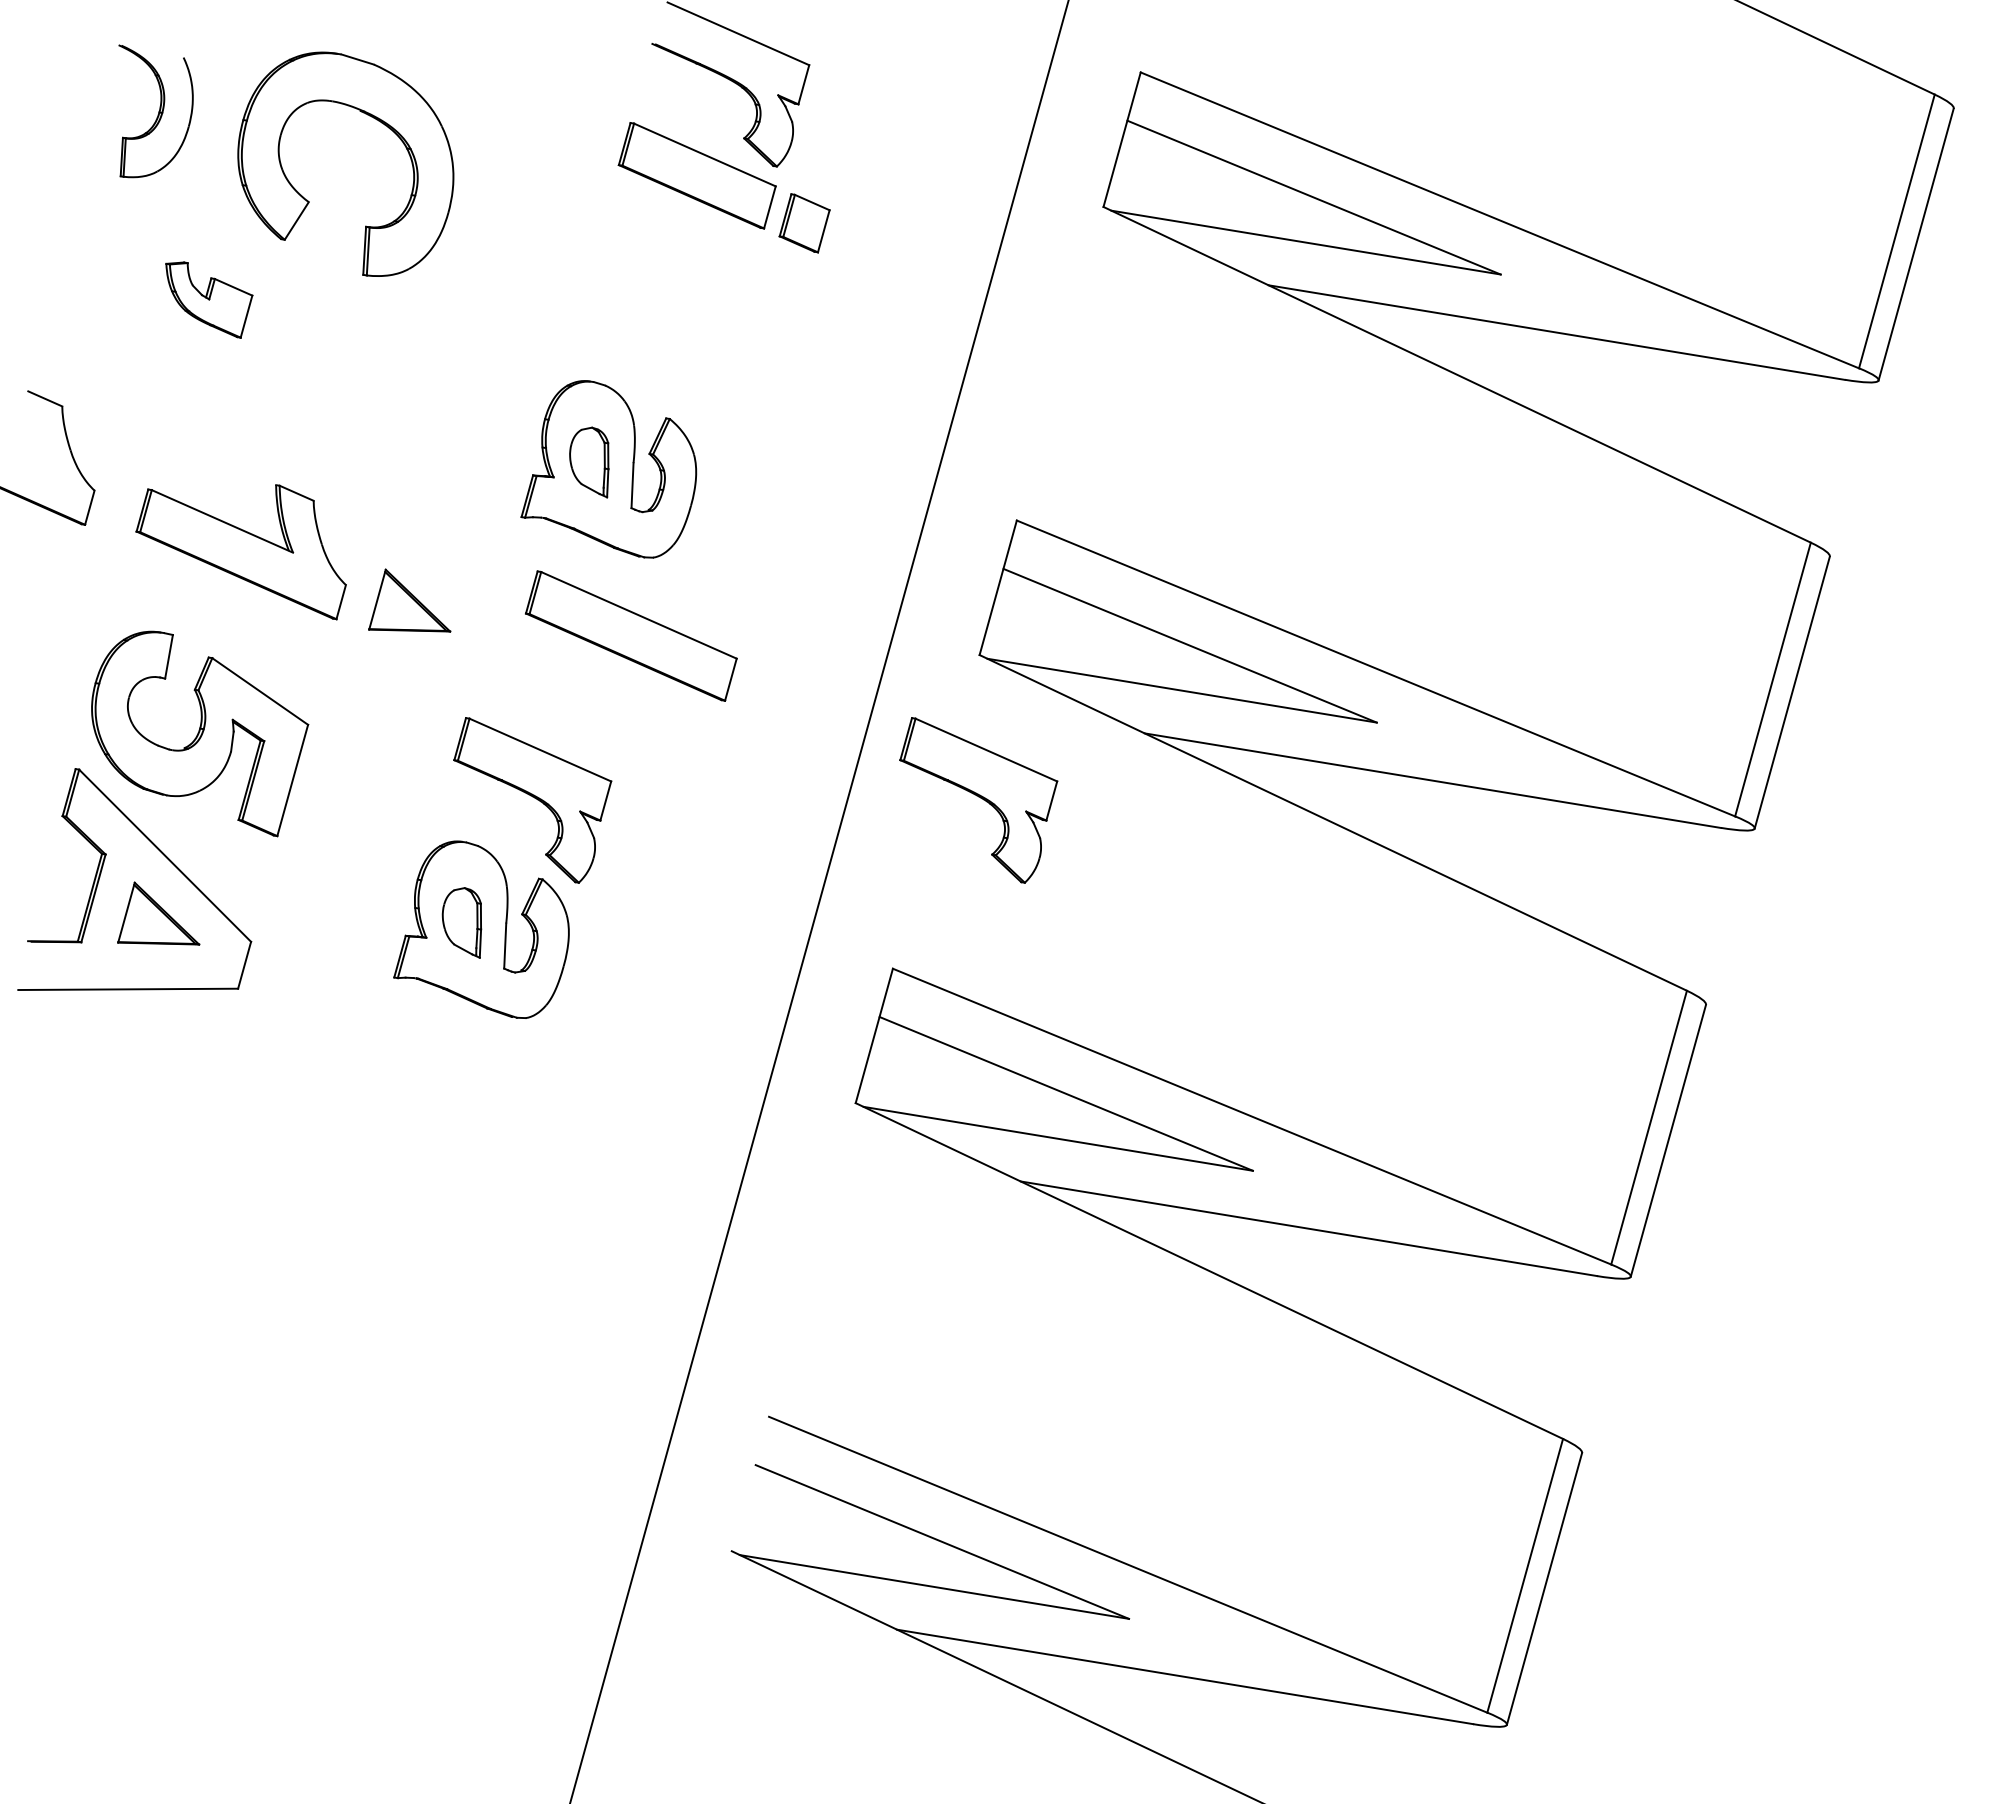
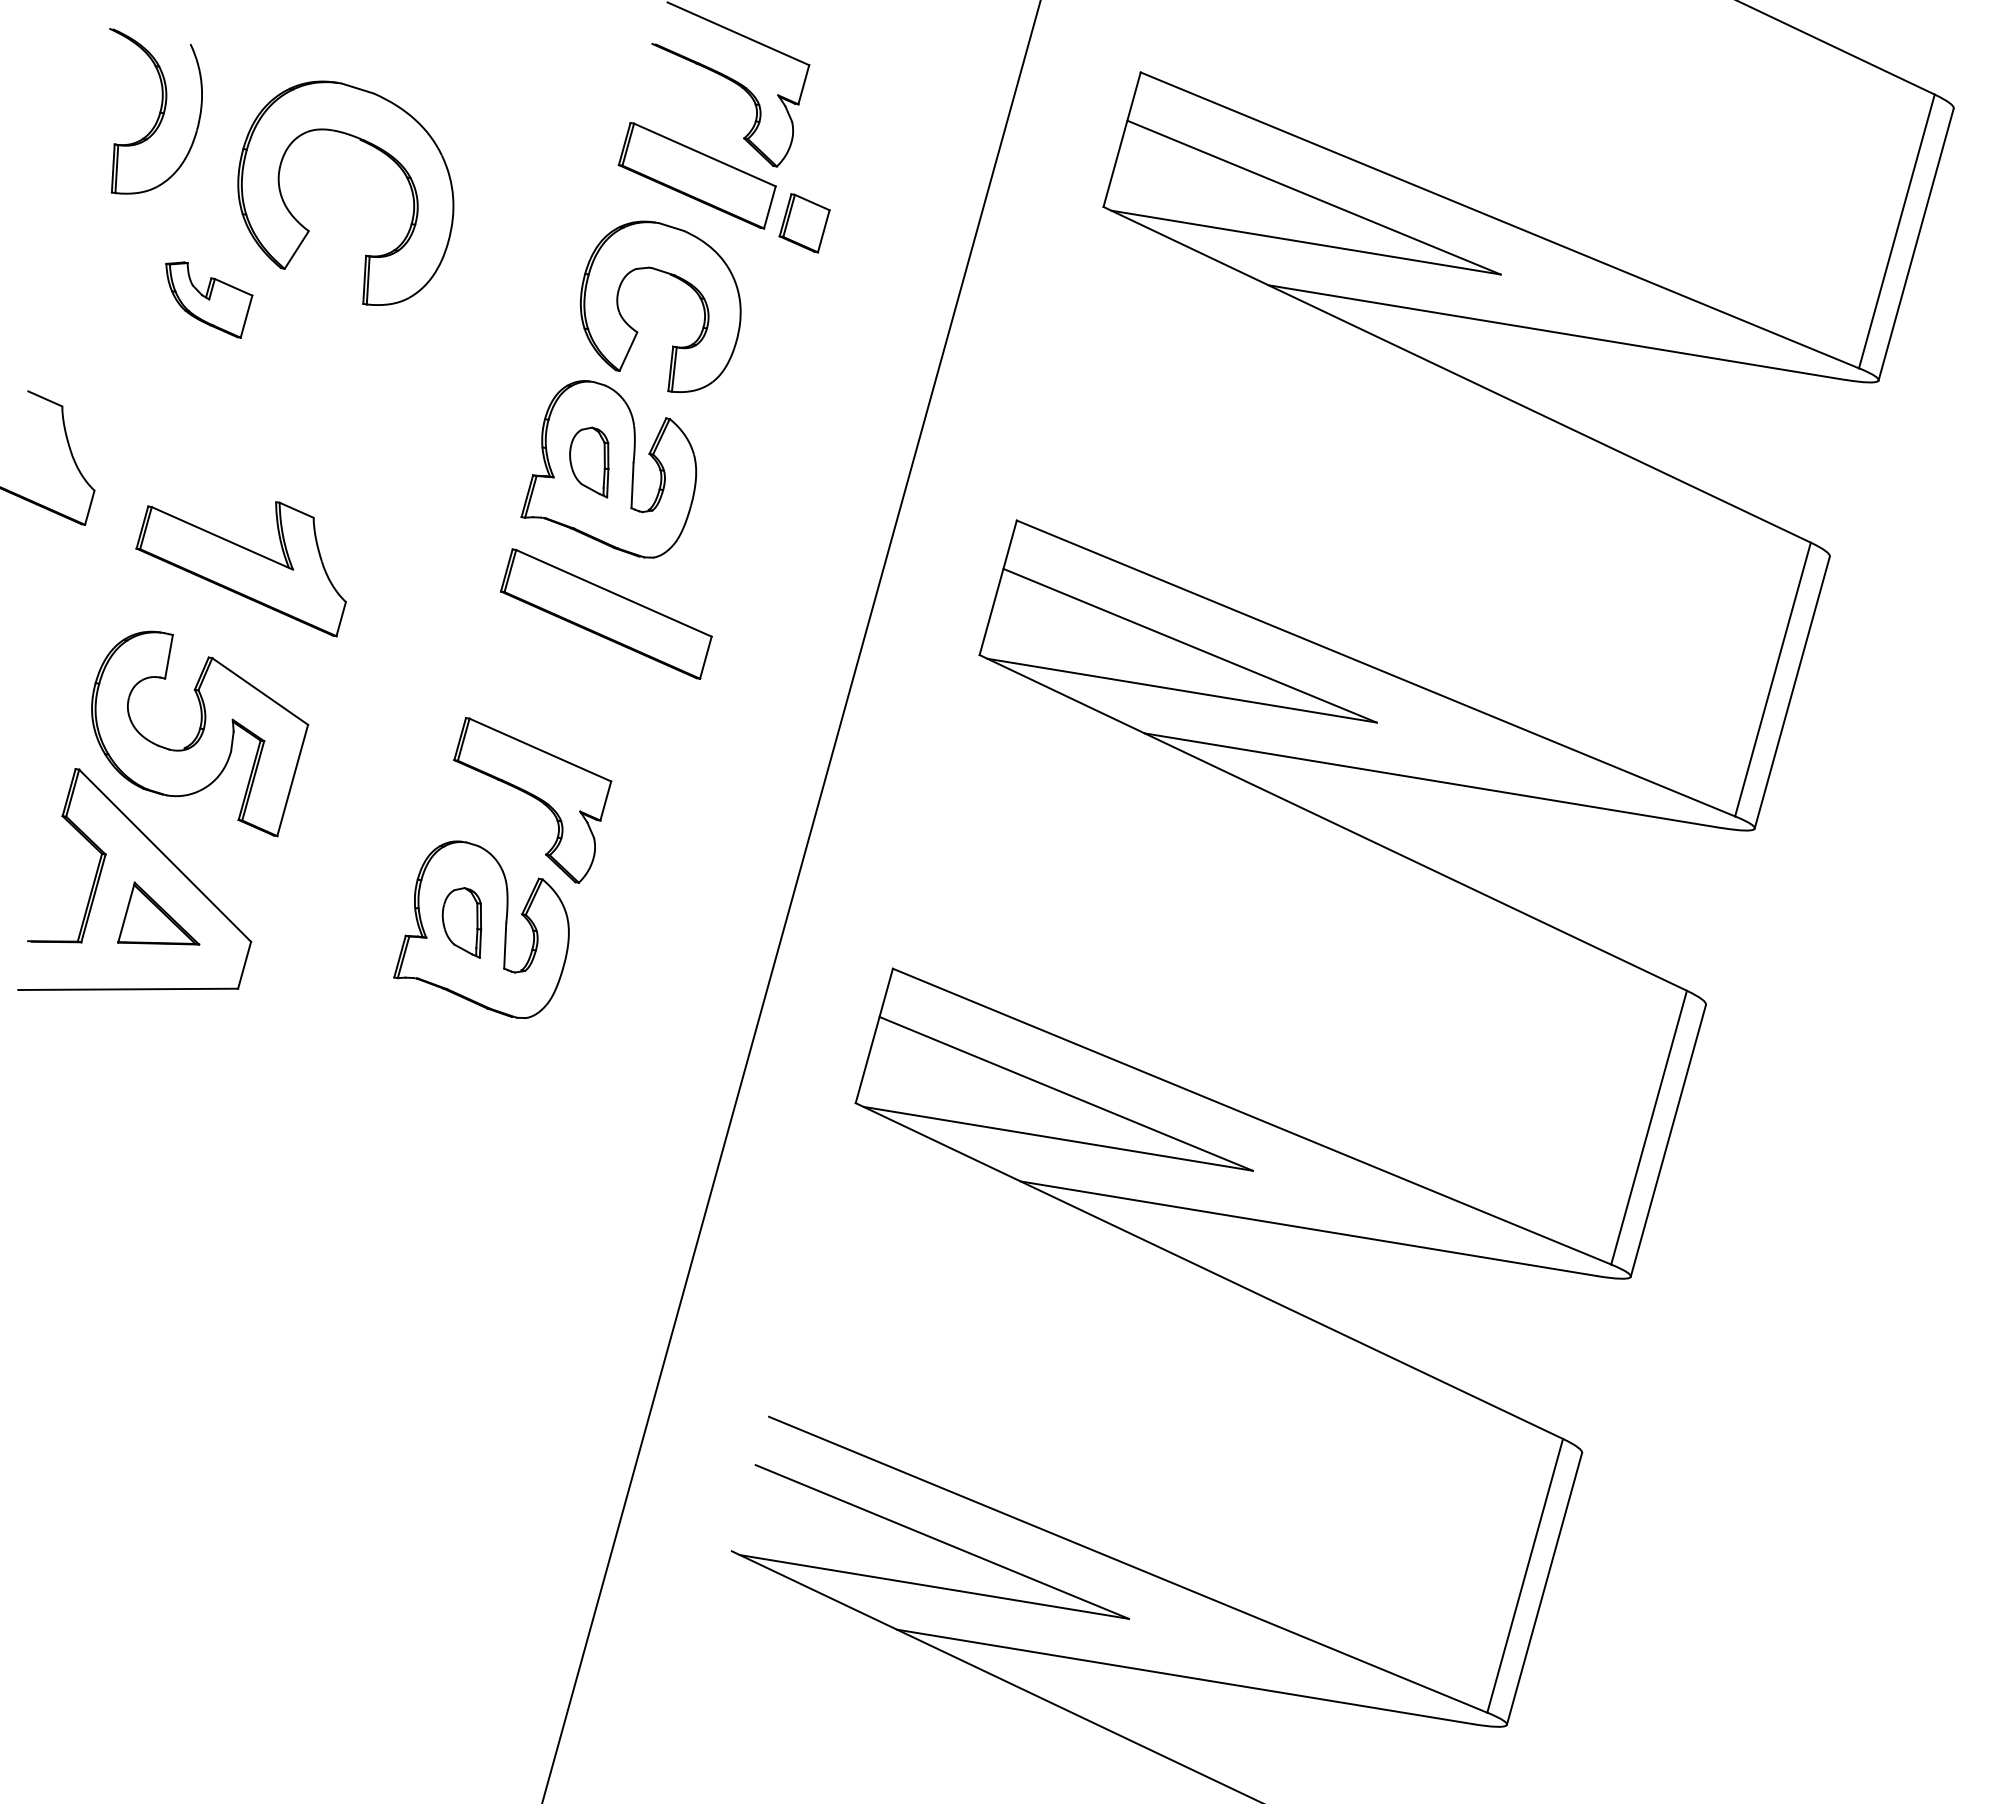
part at (155, 111) size: 76x135 px -> 94x167 px
part at (308, 200) position: (308, 200) -> (308, 229)
part at (674, 277): none -> present
part at (240, 552) position: (240, 552) -> (240, 569)
part at (409, 600): present -> none
part at (631, 635) position: (631, 635) -> (606, 613)
part at (978, 800): present -> none
line at (819, 901) position: (819, 901) -> (790, 901)
